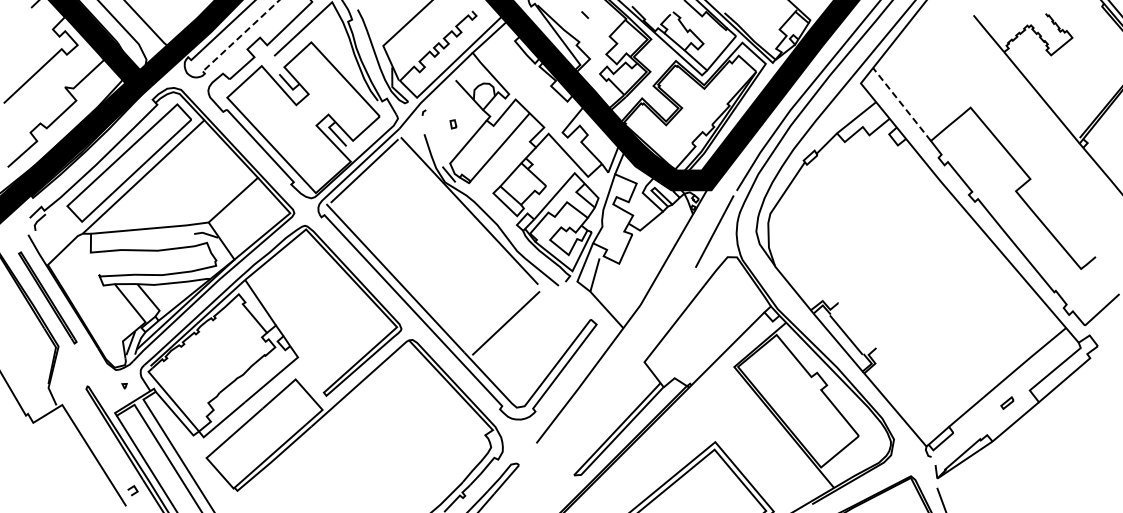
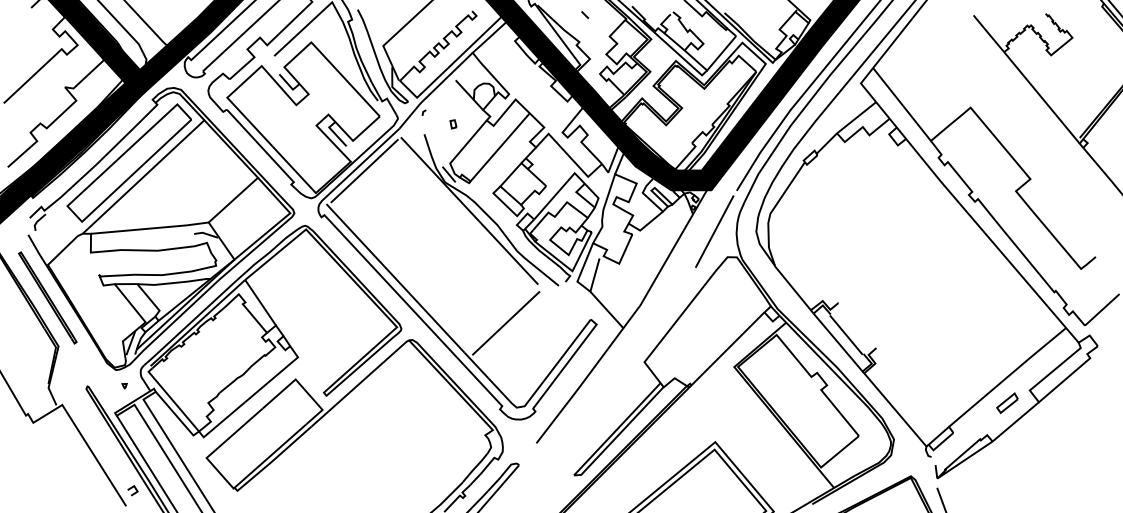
line at (240, 36): dashed -> solid
line at (901, 103): dashed -> solid
part at (1007, 402) size: 15x14 px -> 23x22 px
